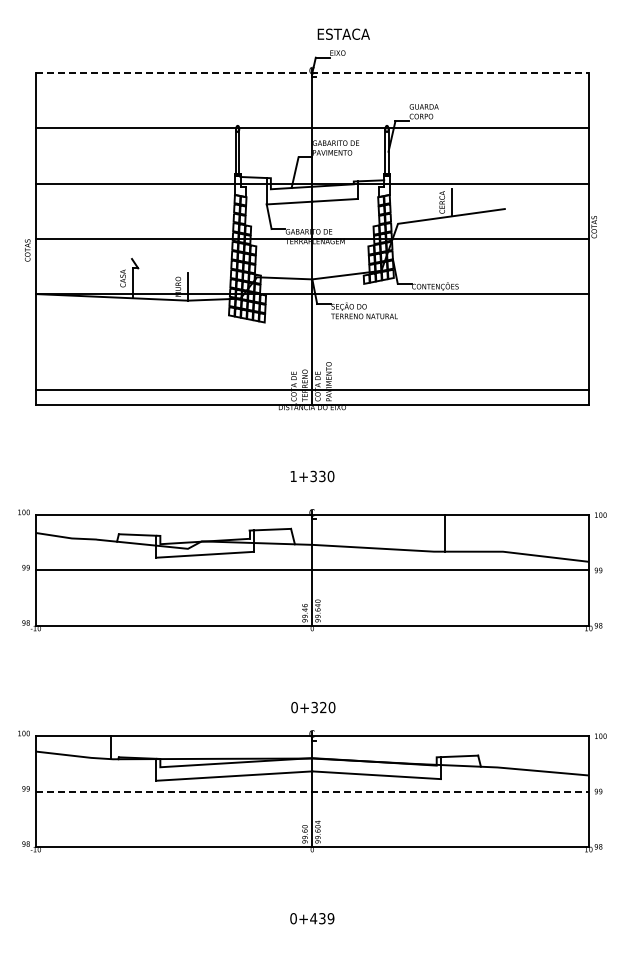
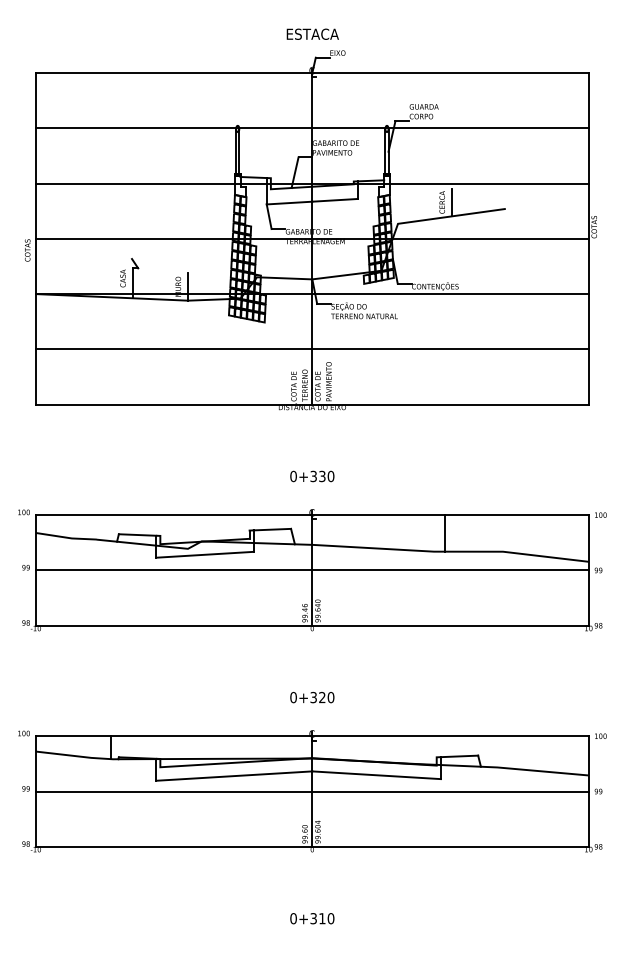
text at (343, 33) position: (343, 33) -> (312, 33)
line at (312, 73): dashed -> solid
line at (311, 390) position: (311, 390) -> (311, 349)
text at (293, 476): 1+330 -> 0+330
text at (313, 707) position: (313, 707) -> (312, 697)
line at (312, 791): dashed -> solid
text at (322, 918): 0+439 -> 0+310
